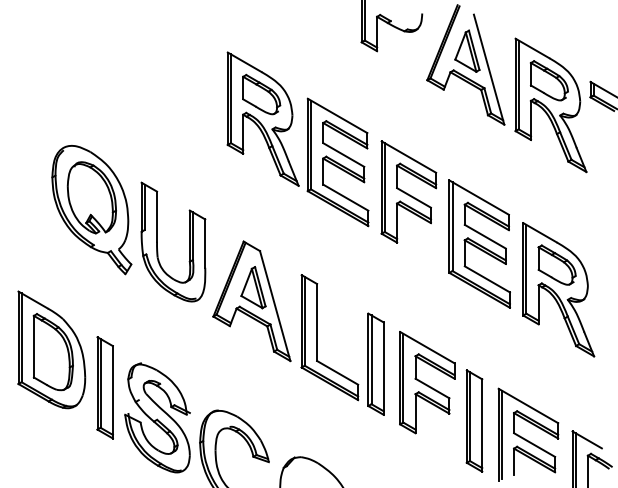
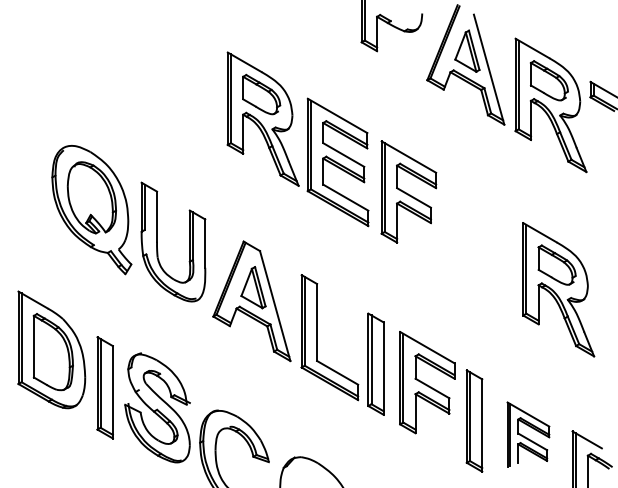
part at (479, 243): present -> none
part at (157, 417) position: (157, 417) -> (157, 407)
part at (528, 434) size: 63x95 px -> 45x67 px
